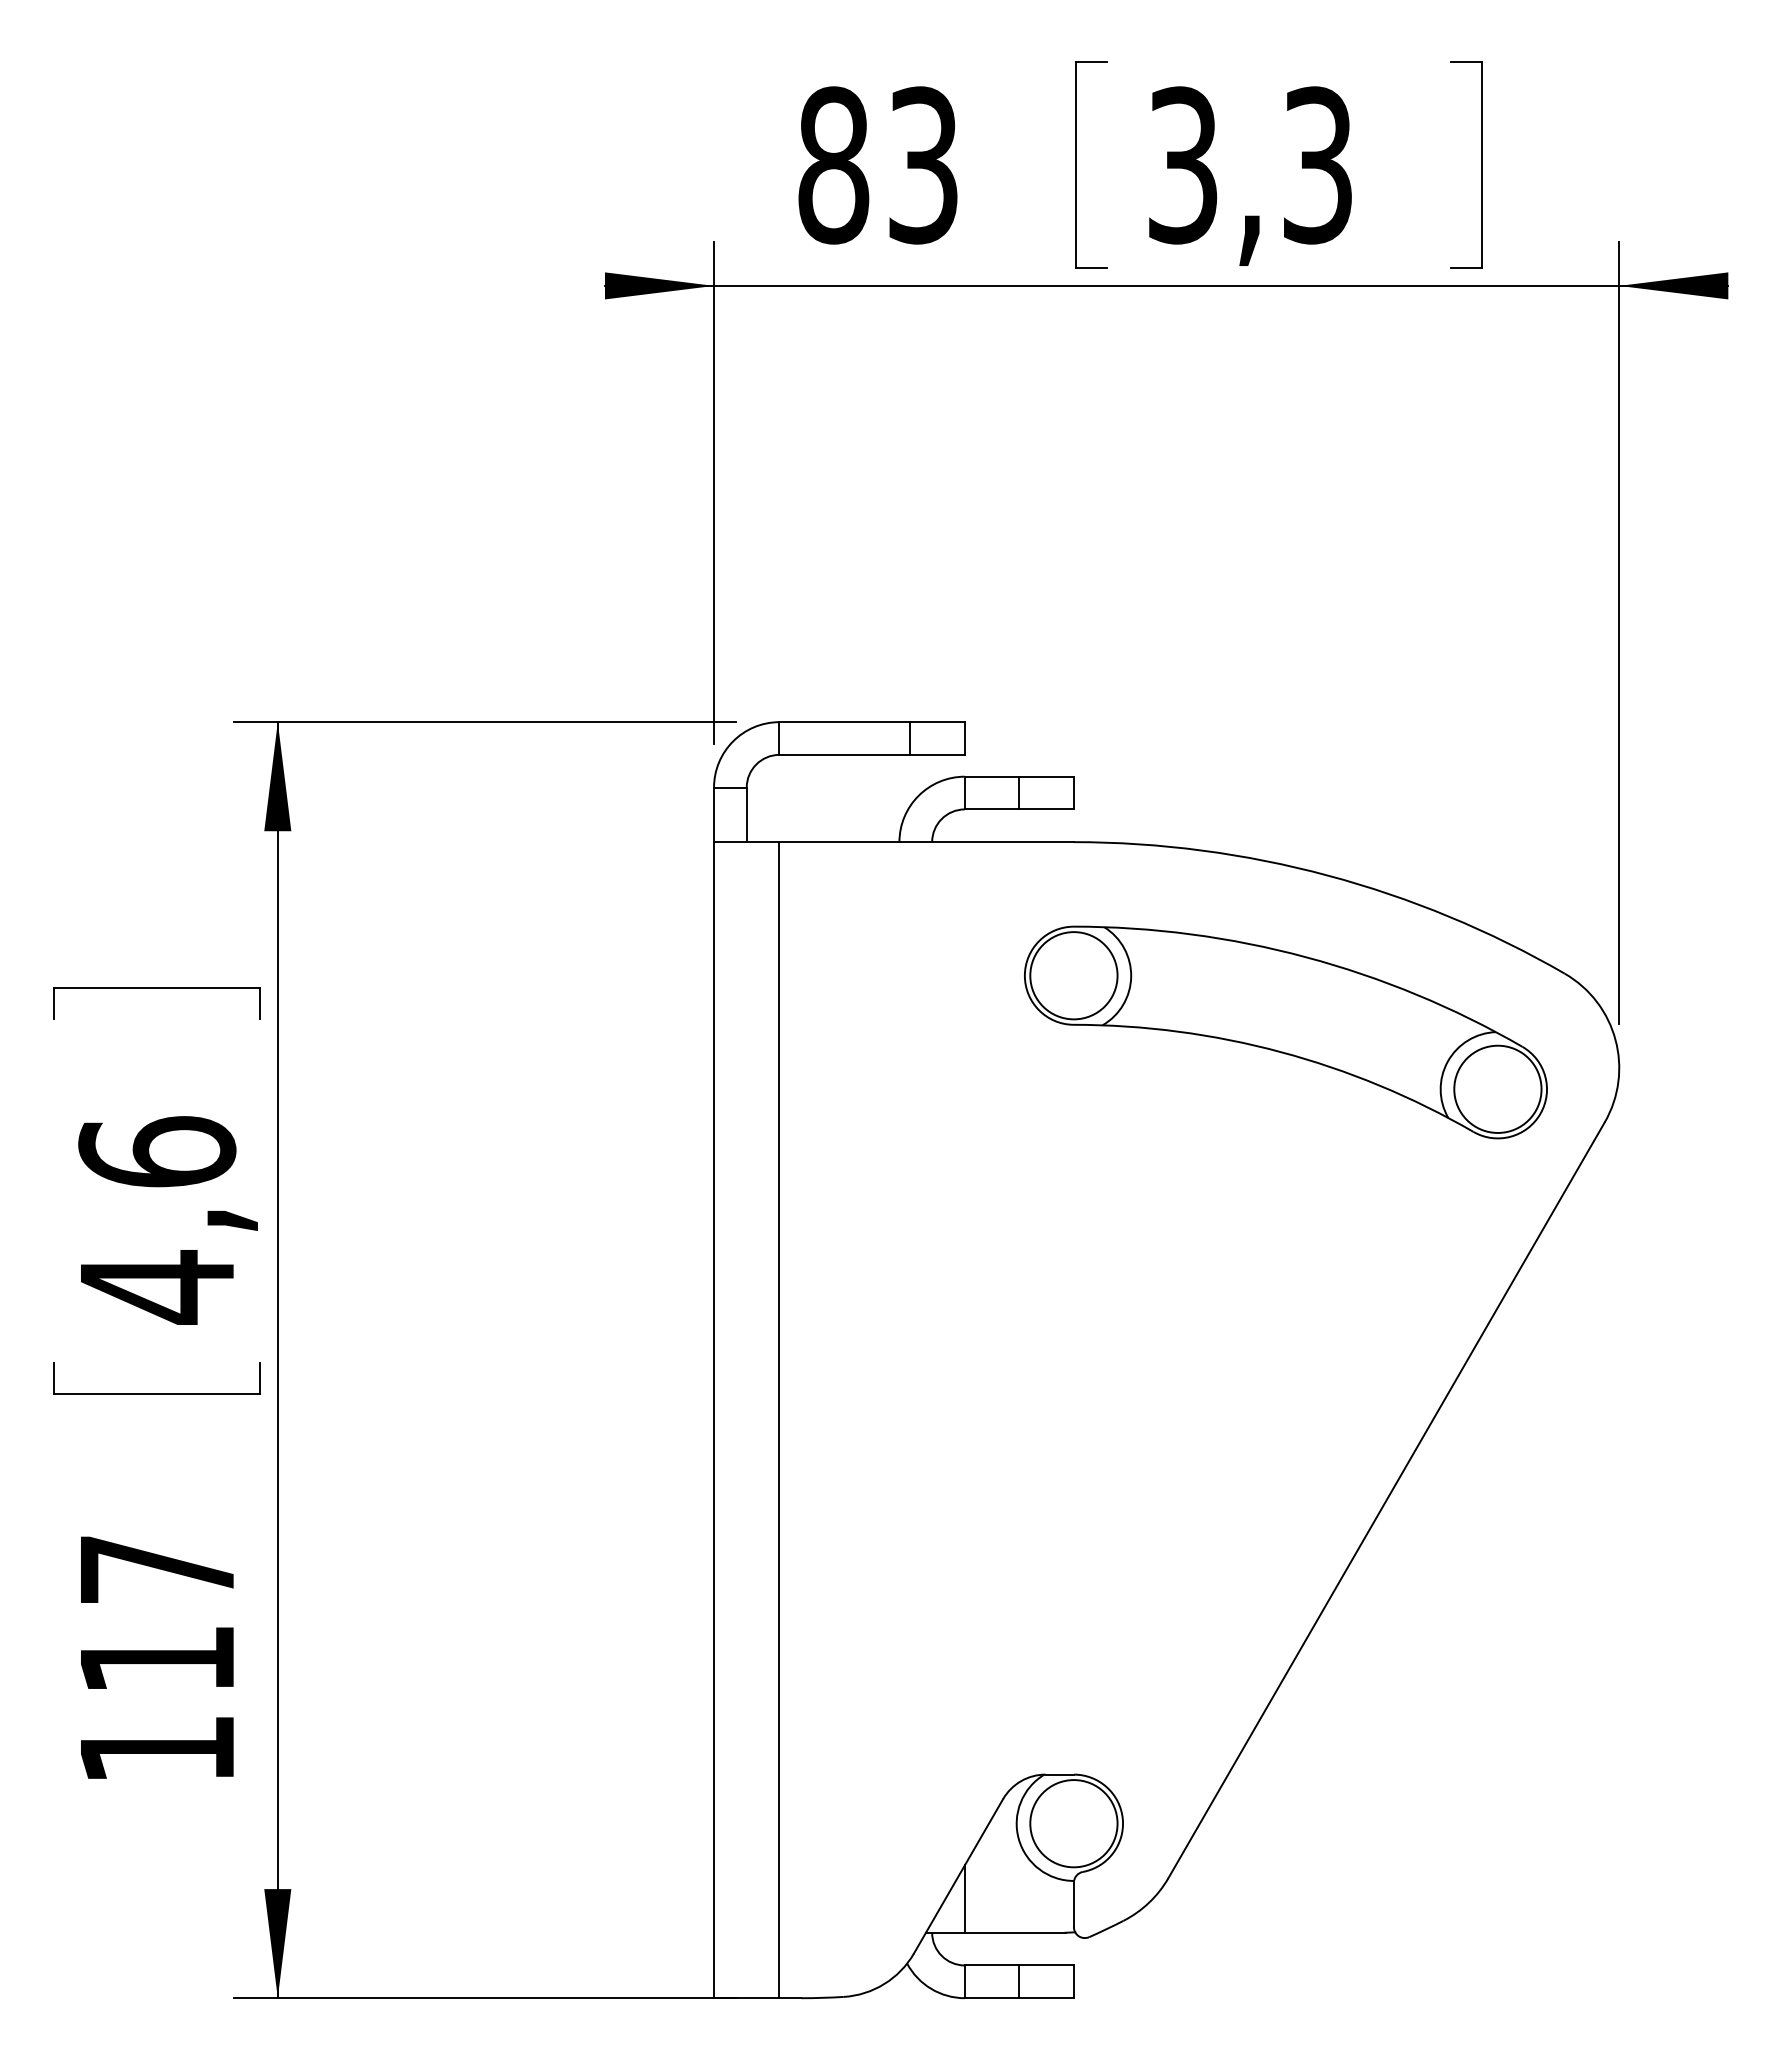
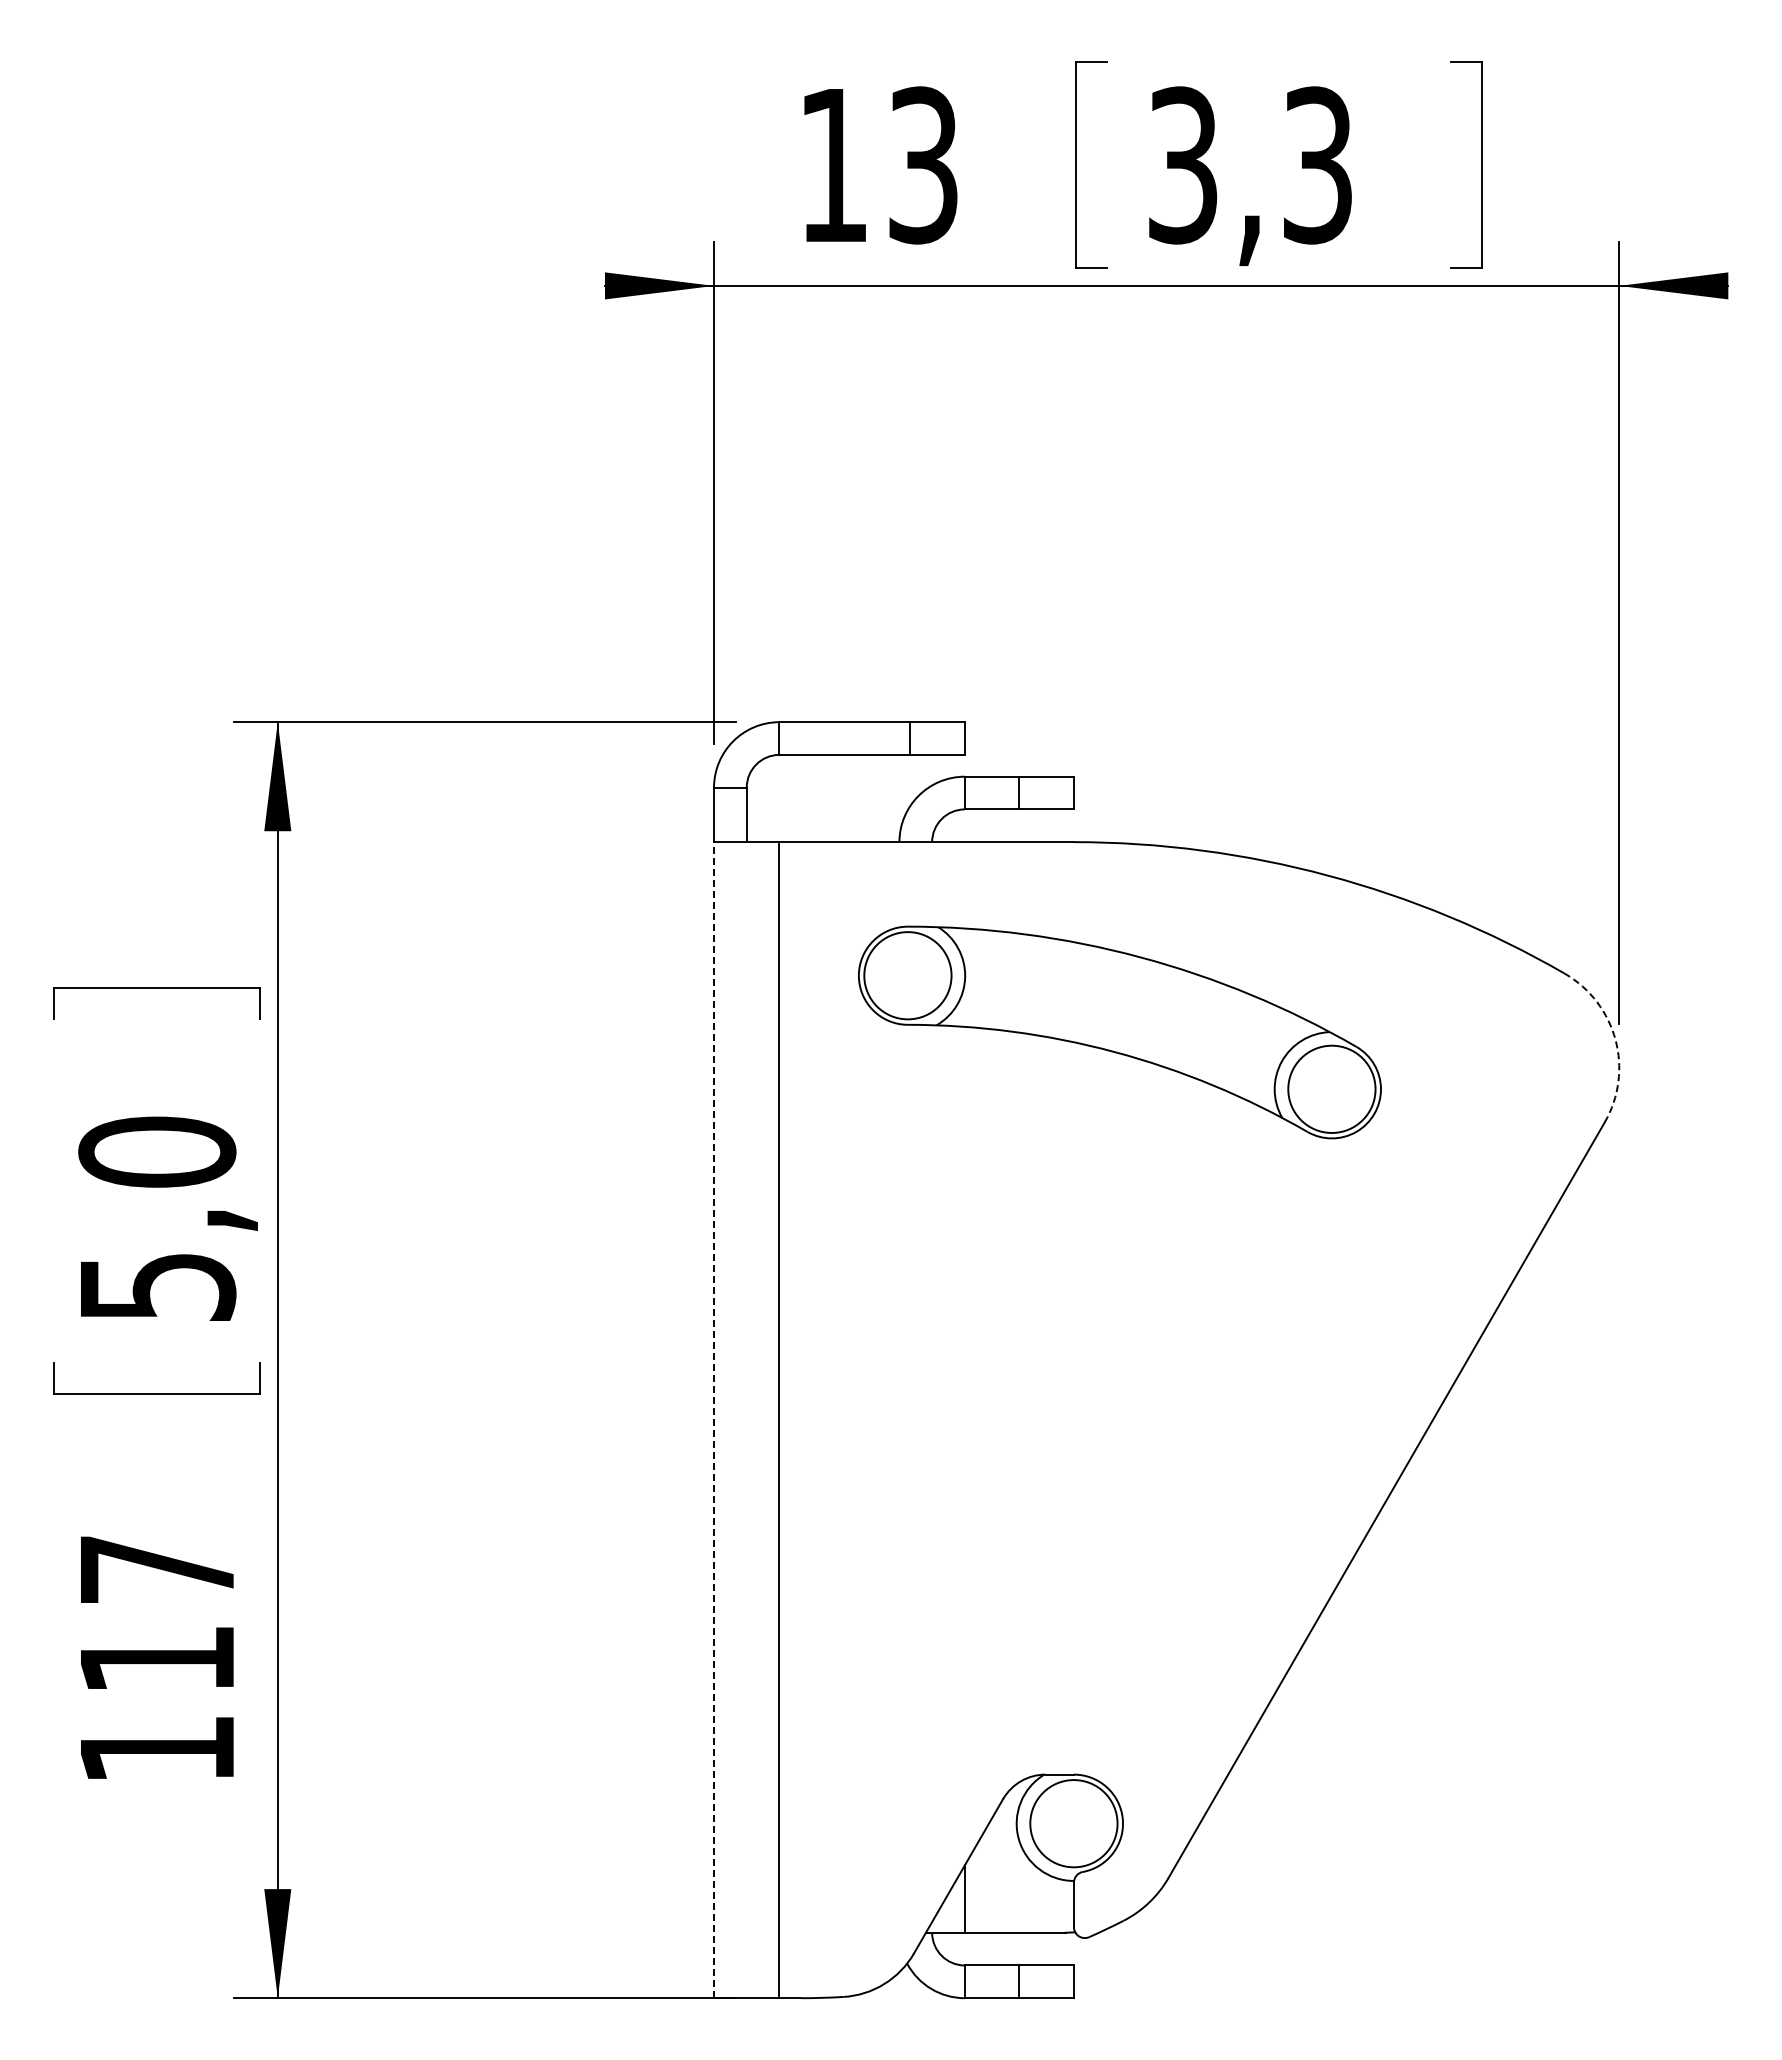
text at (833, 165): 83 -> 13
part at (1285, 1032) position: (1285, 1032) -> (1119, 1032)
arc at (1615, 1039): solid -> dashed
text at (157, 1220): 4,6 -> 5,0
line at (714, 1419): solid -> dashed
